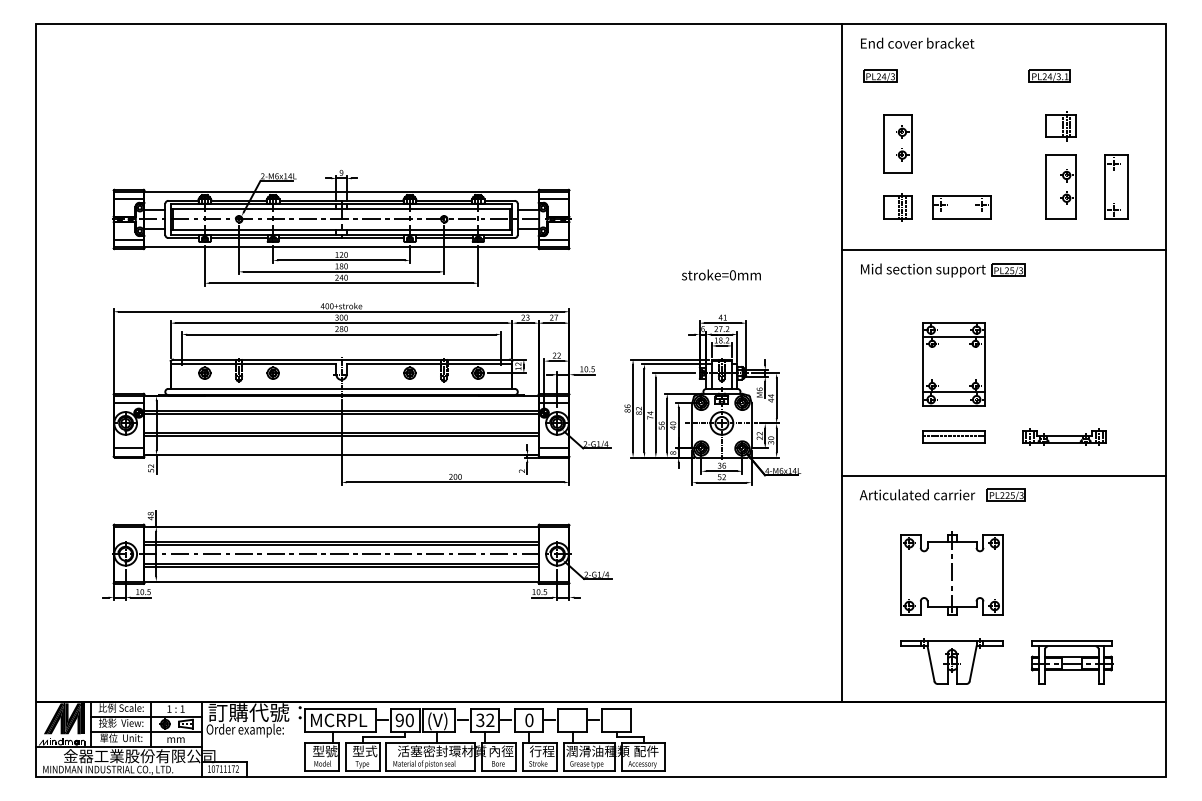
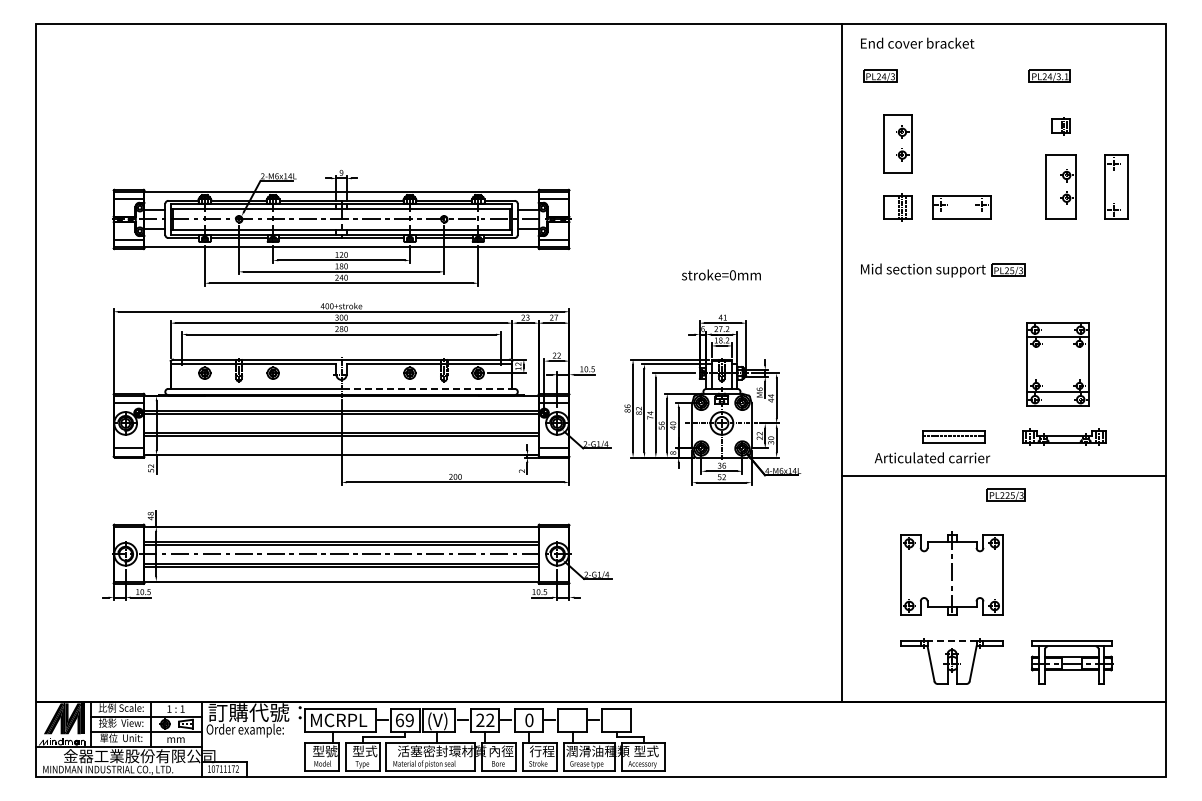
part at (1060, 126) size: 32x31 px -> 20x19 px
line at (1003, 249): present -> none
part at (953, 364) position: (953, 364) -> (1057, 364)
line at (428, 388): solid -> dashed
text at (917, 494) position: (917, 494) -> (932, 457)
line at (951, 640): solid -> dashed
text at (404, 720): 90 -> 69
text at (480, 720): 32 -> 22
text at (646, 751): 配件 -> 型式
